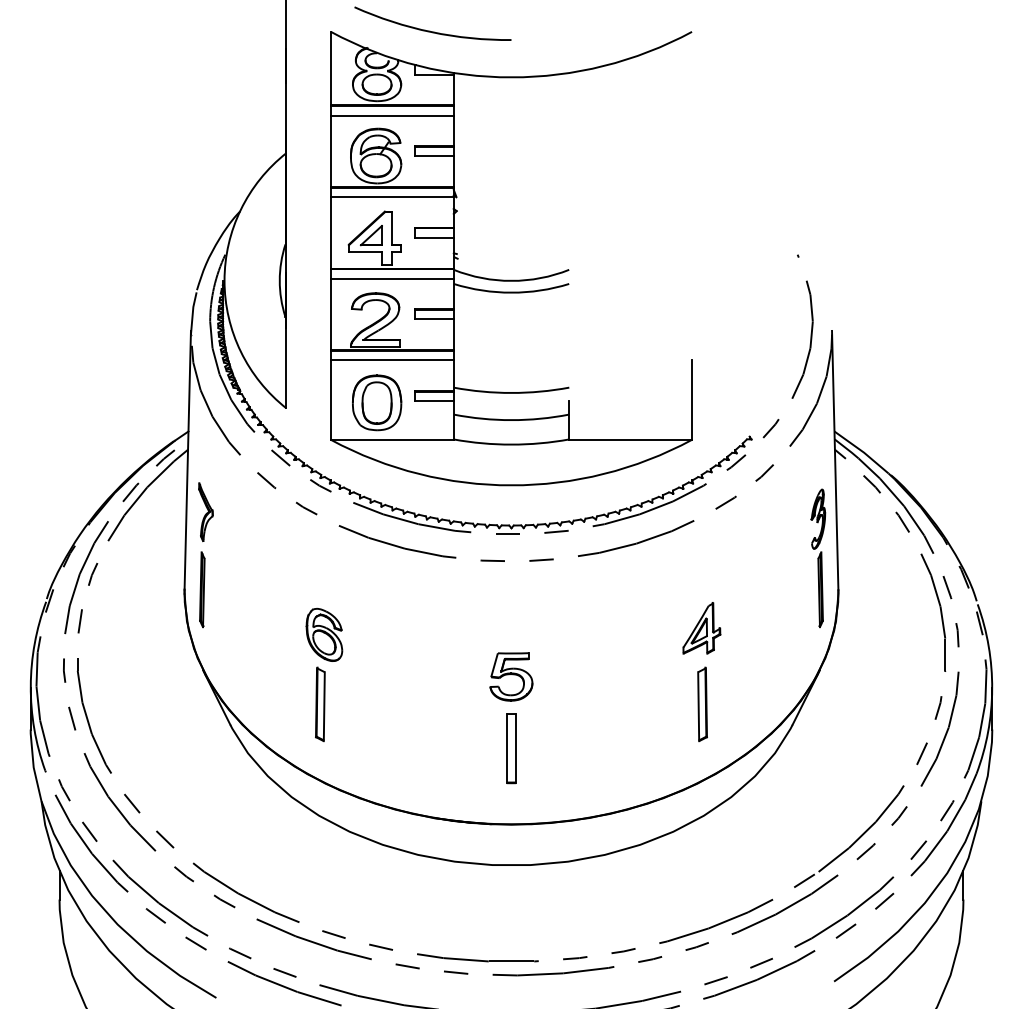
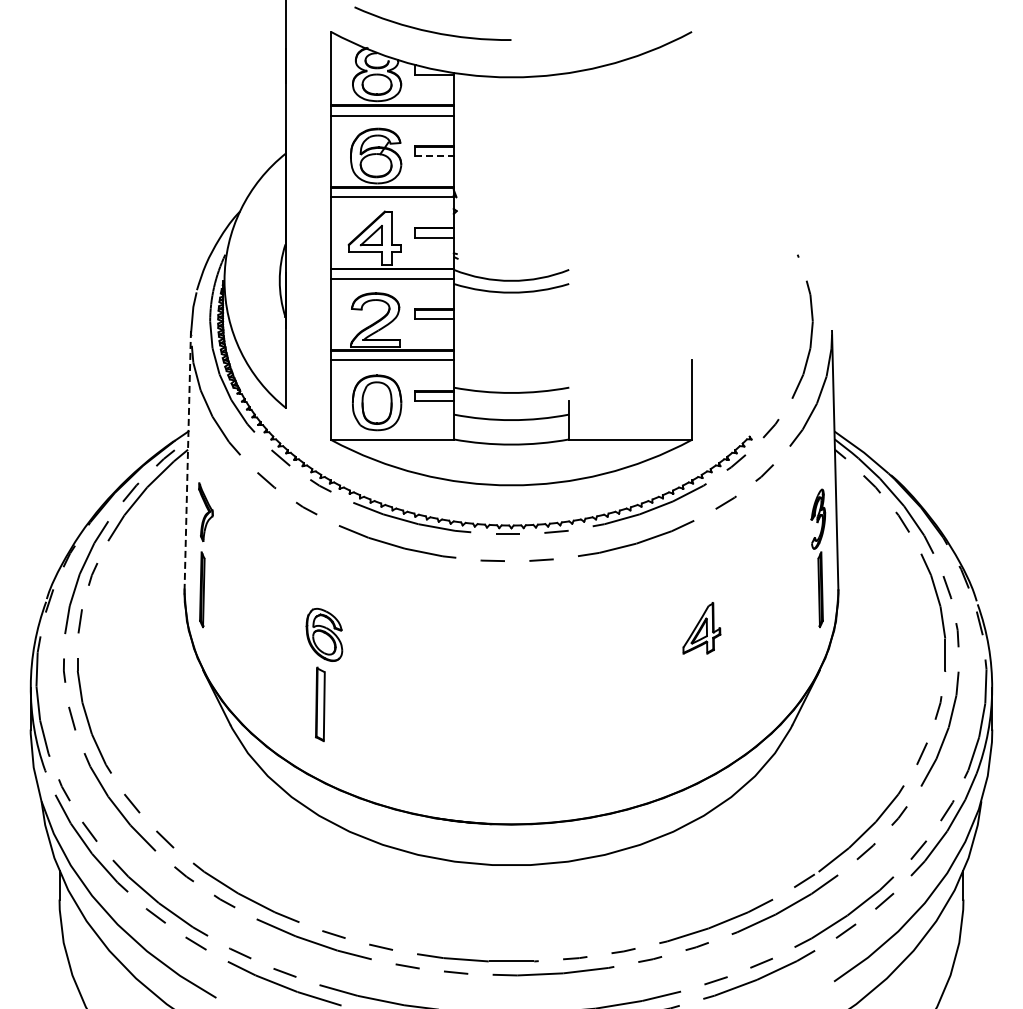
line at (435, 156): solid -> dashed
line at (187, 460): solid -> dashed
part at (511, 676): present -> none
part at (702, 704): present -> none
part at (511, 748): present -> none
